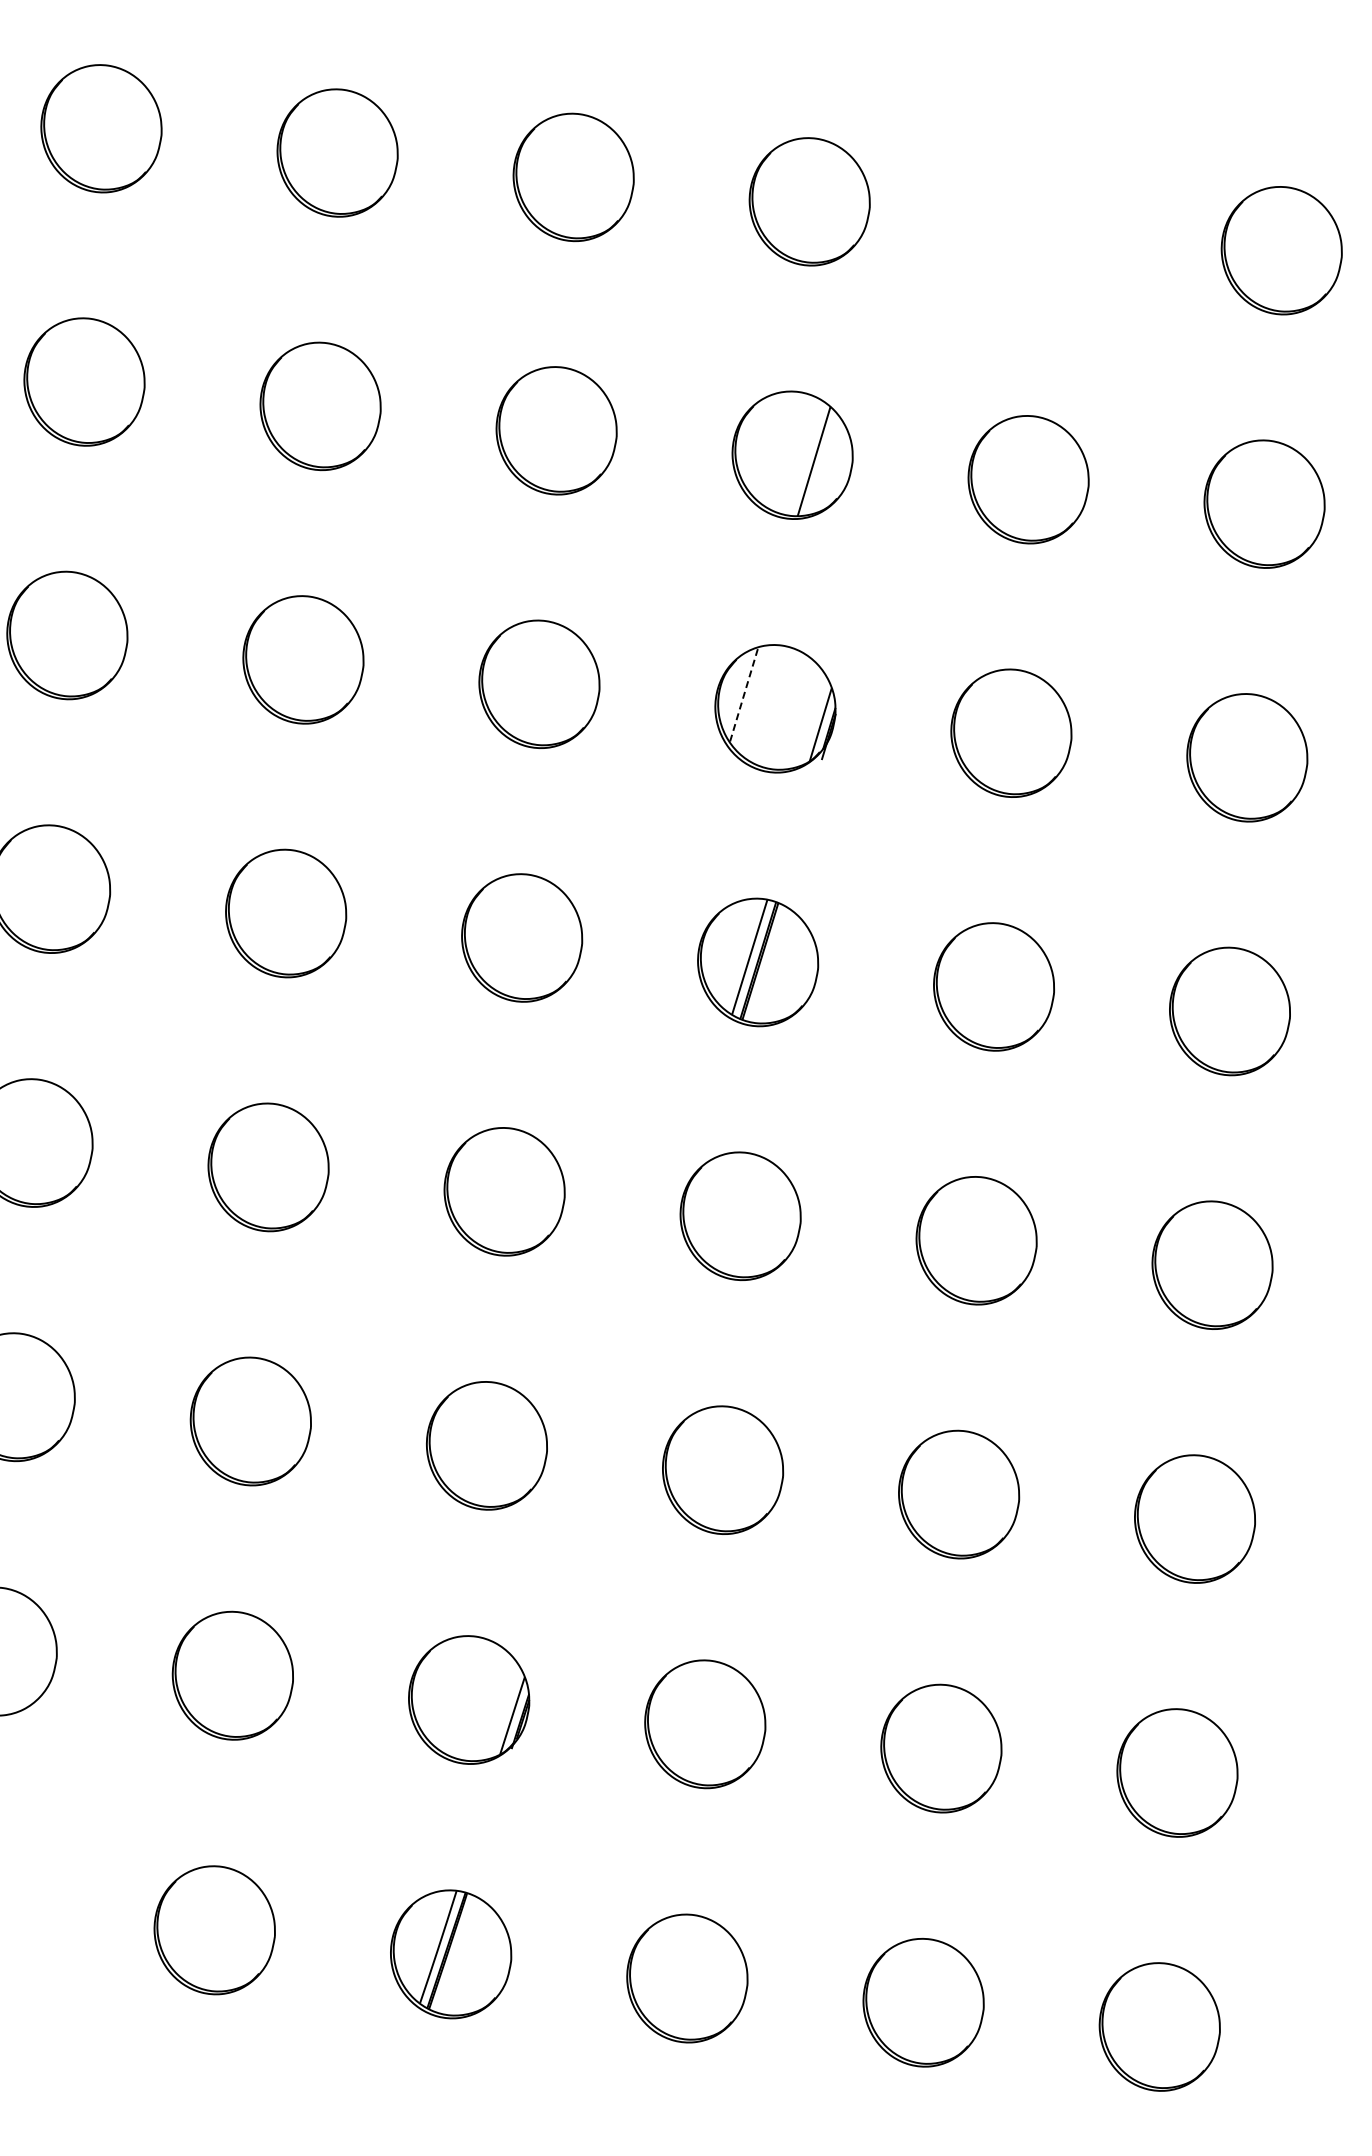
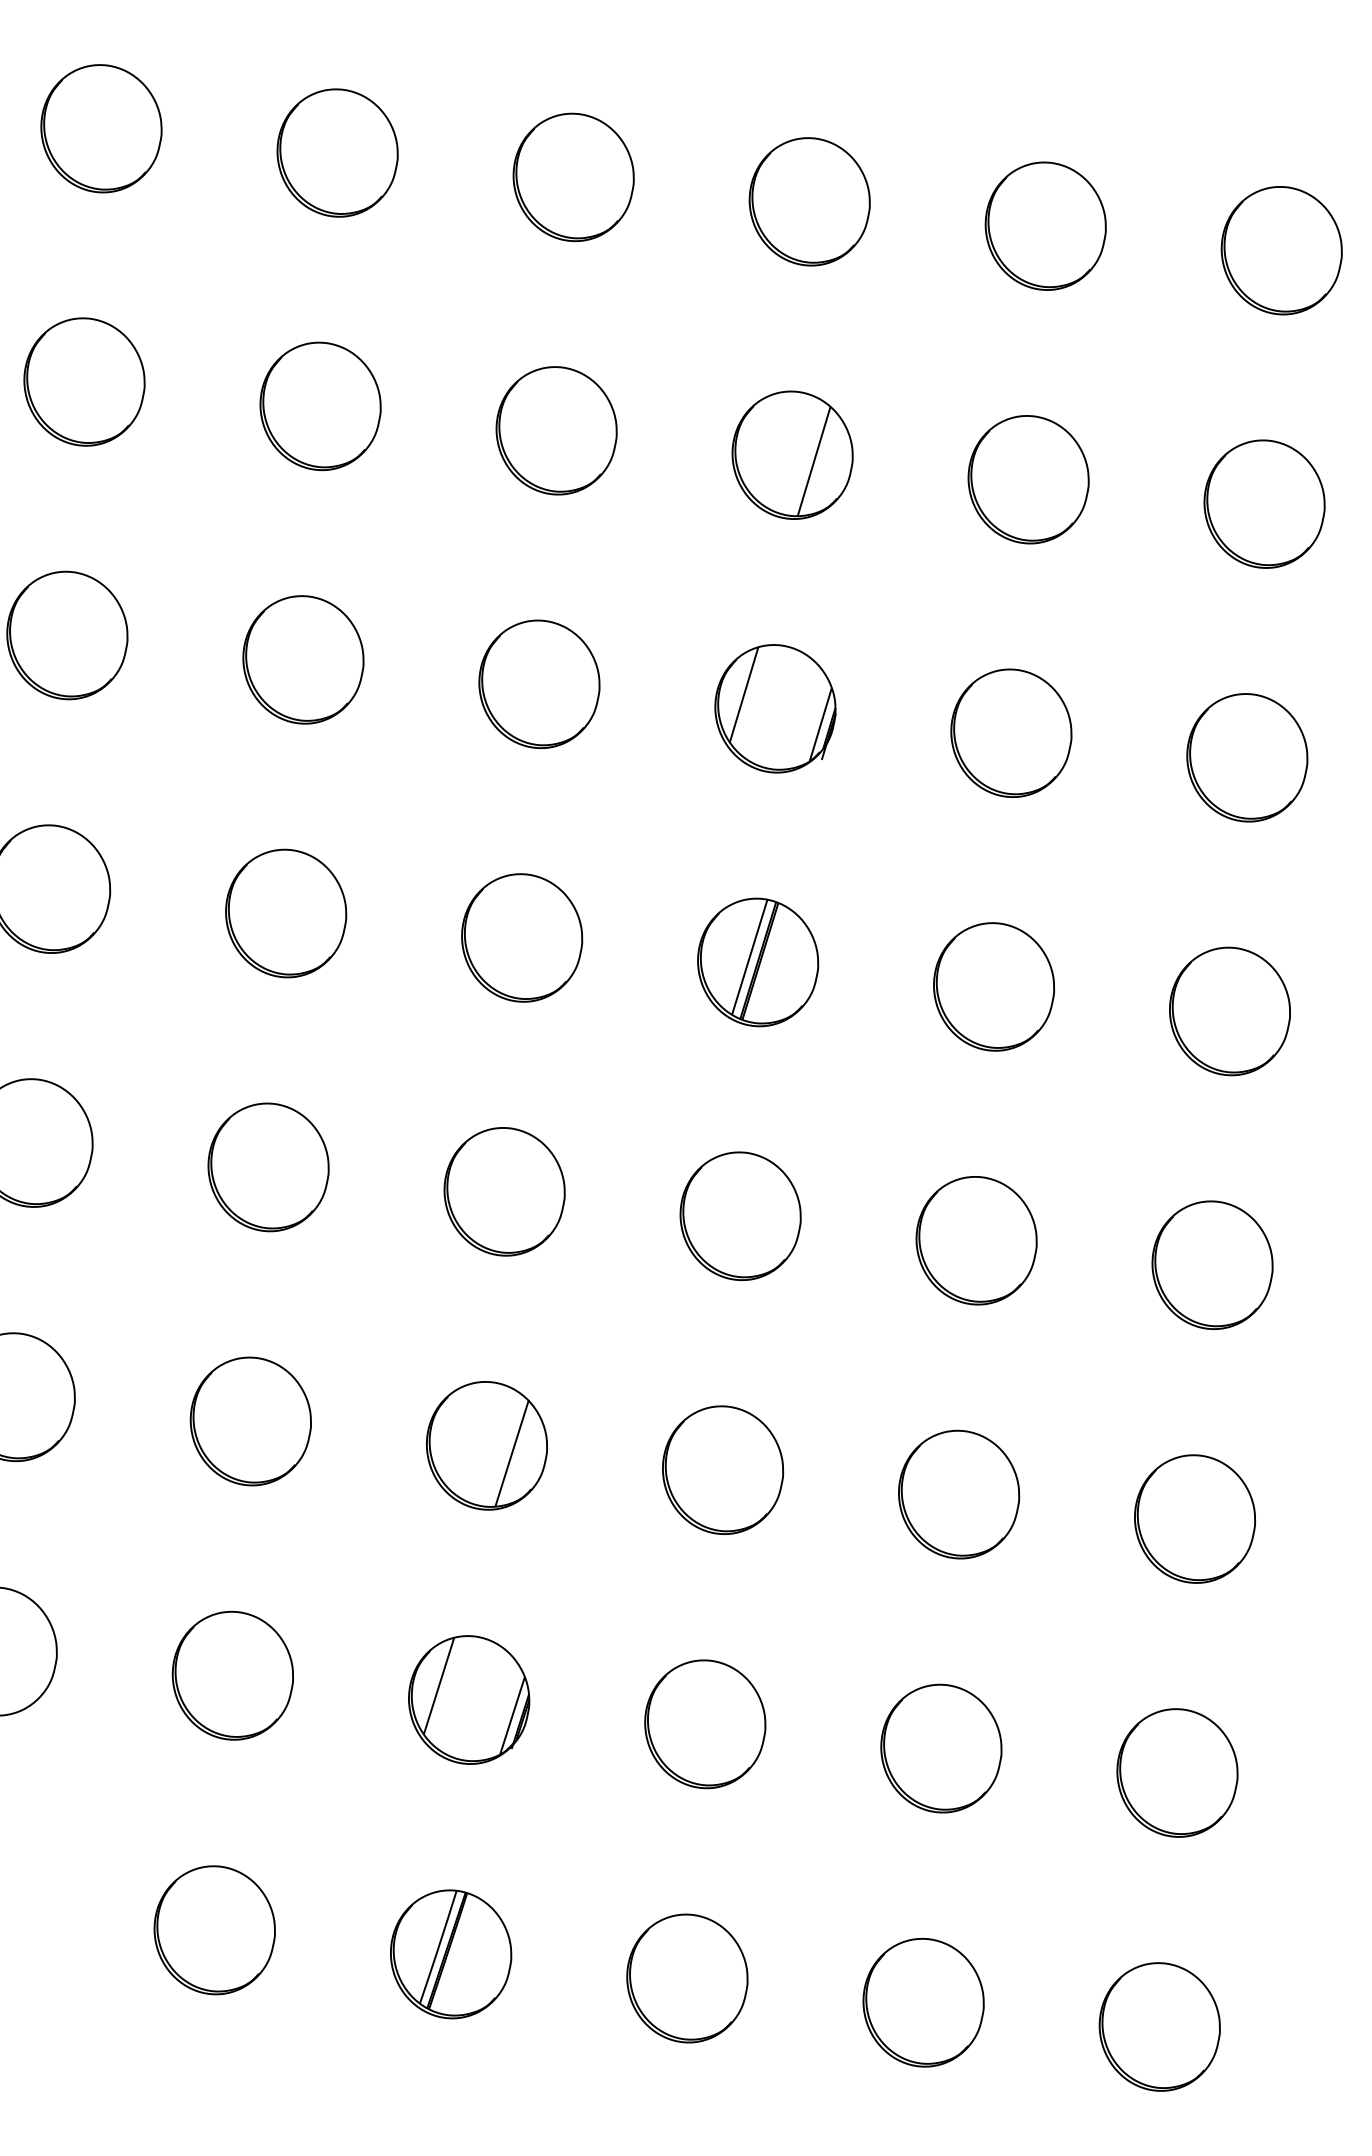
part at (1045, 225): none -> present
line at (744, 694): dashed -> solid
line at (511, 1452): none -> present
line at (439, 1685): none -> present
